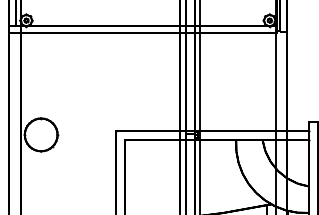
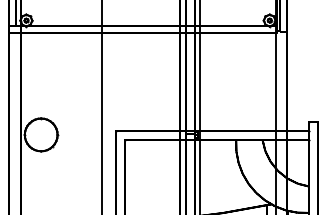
line at (101, 106): none -> present
